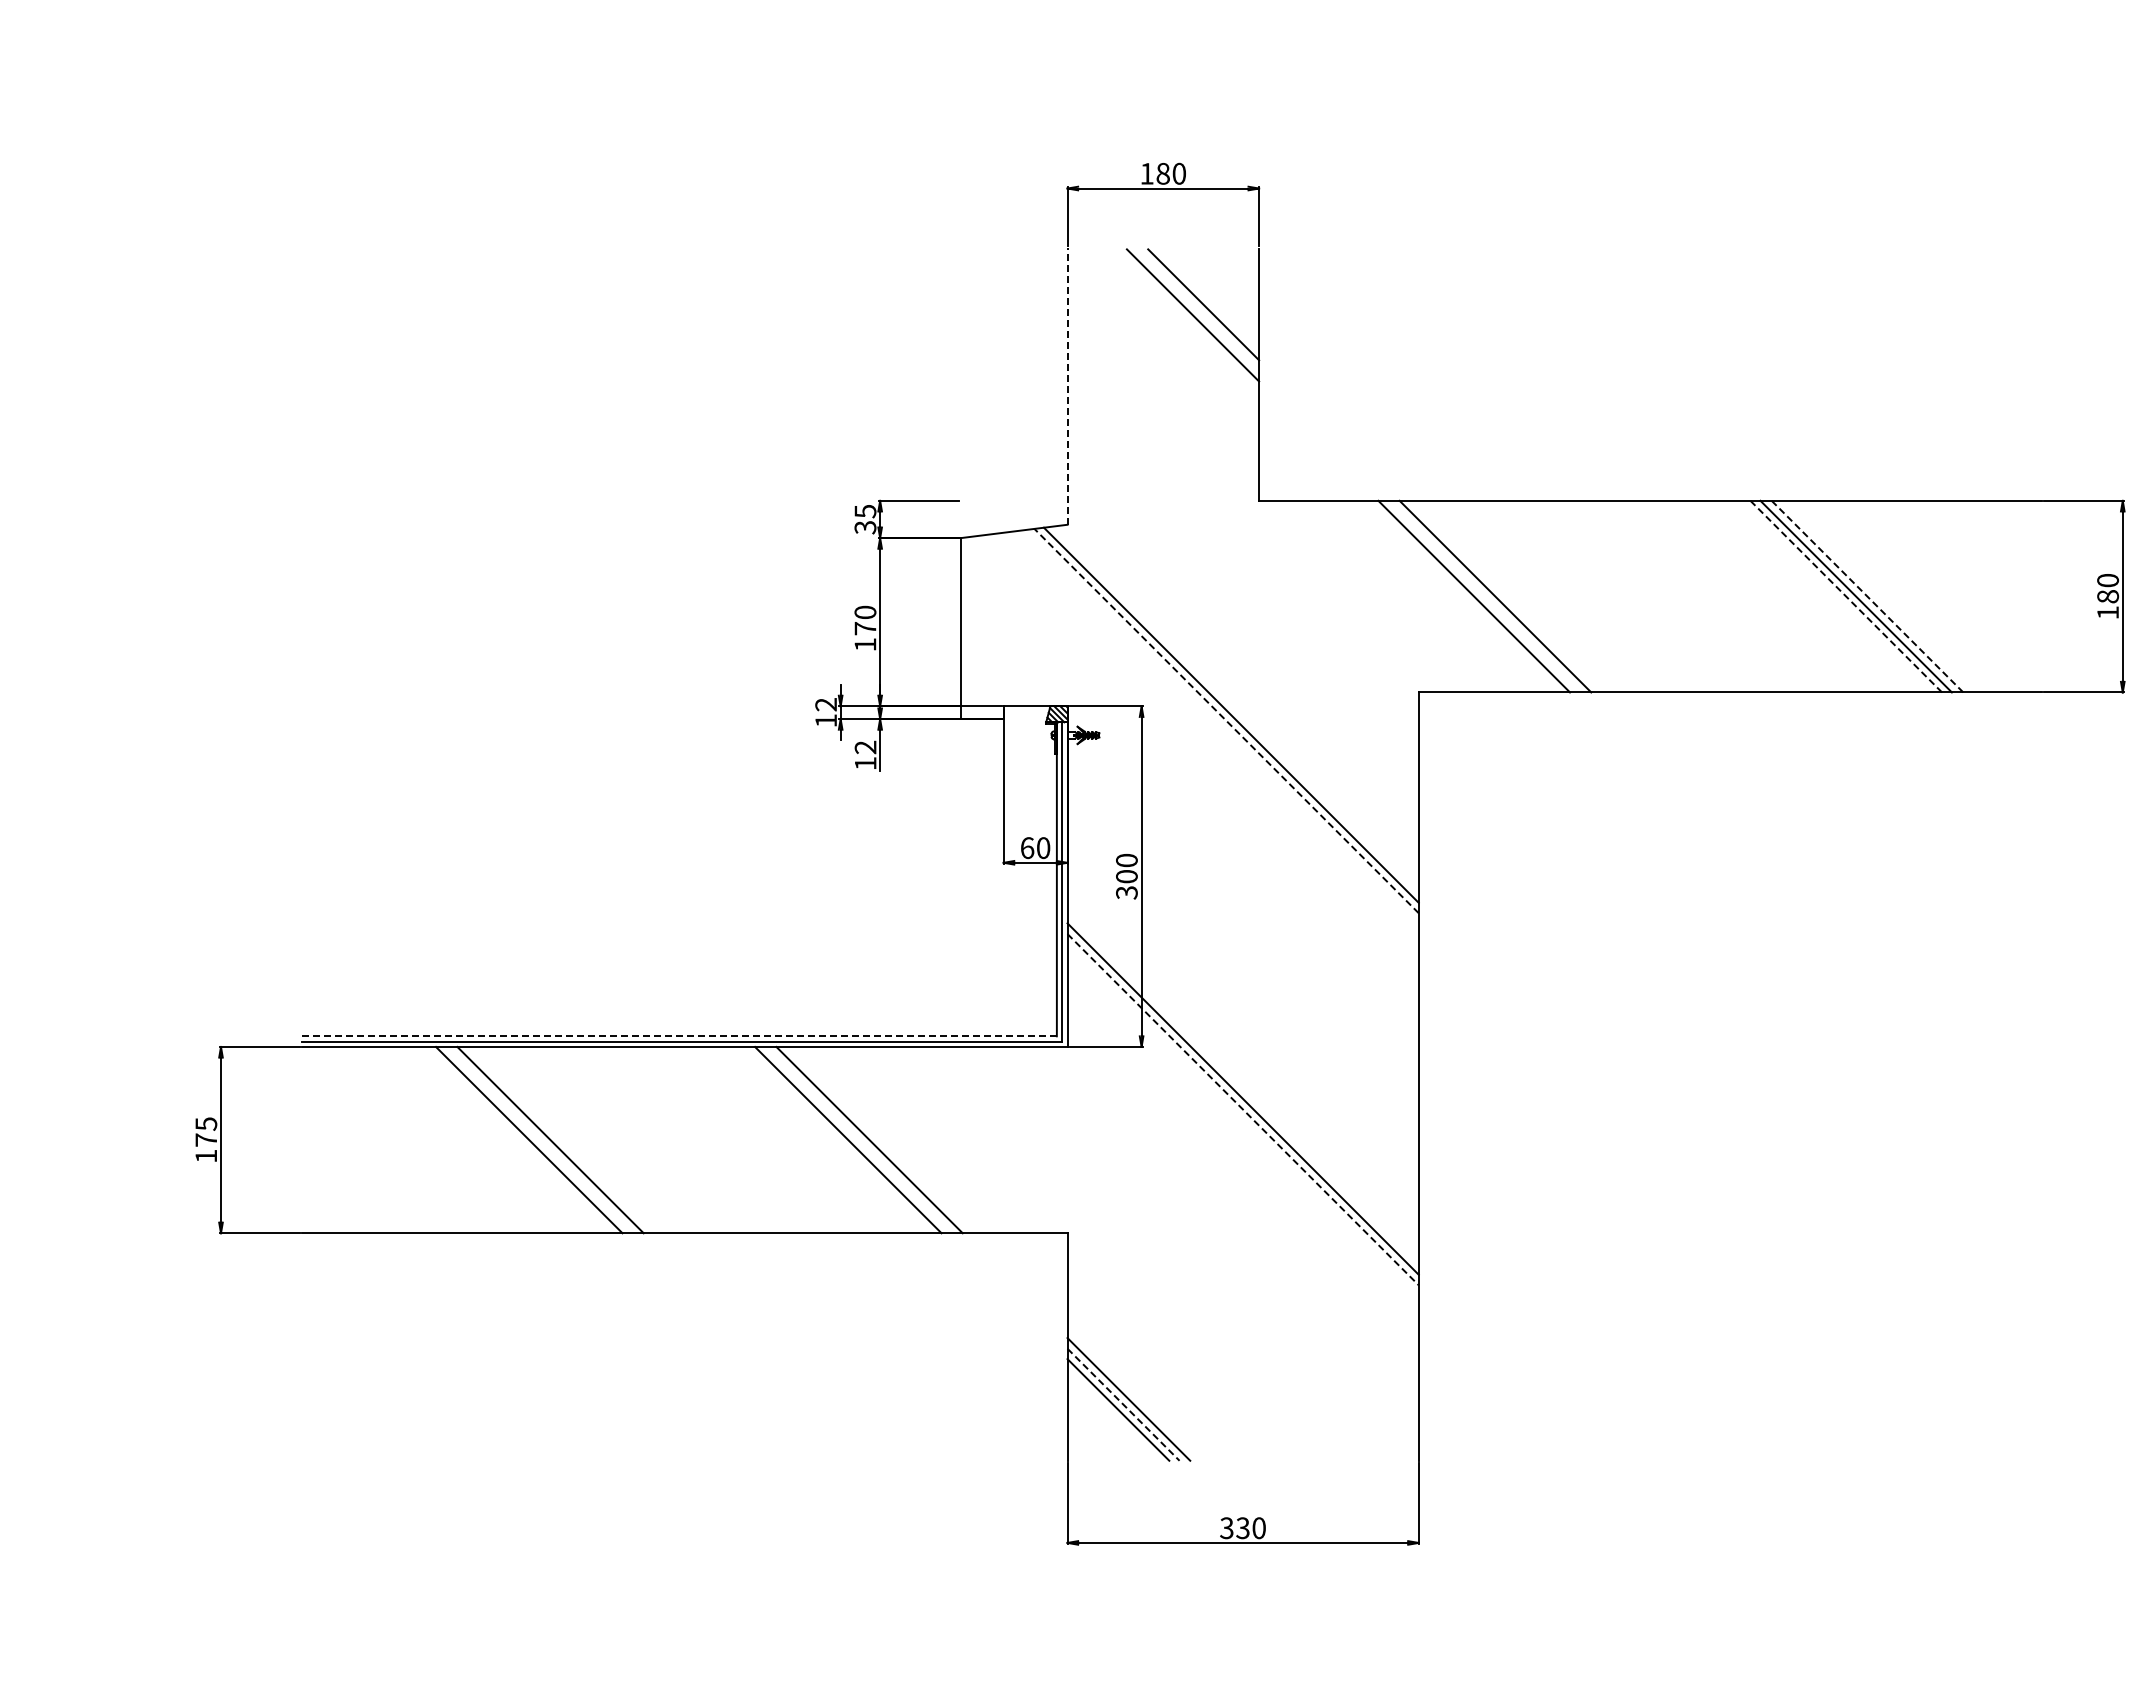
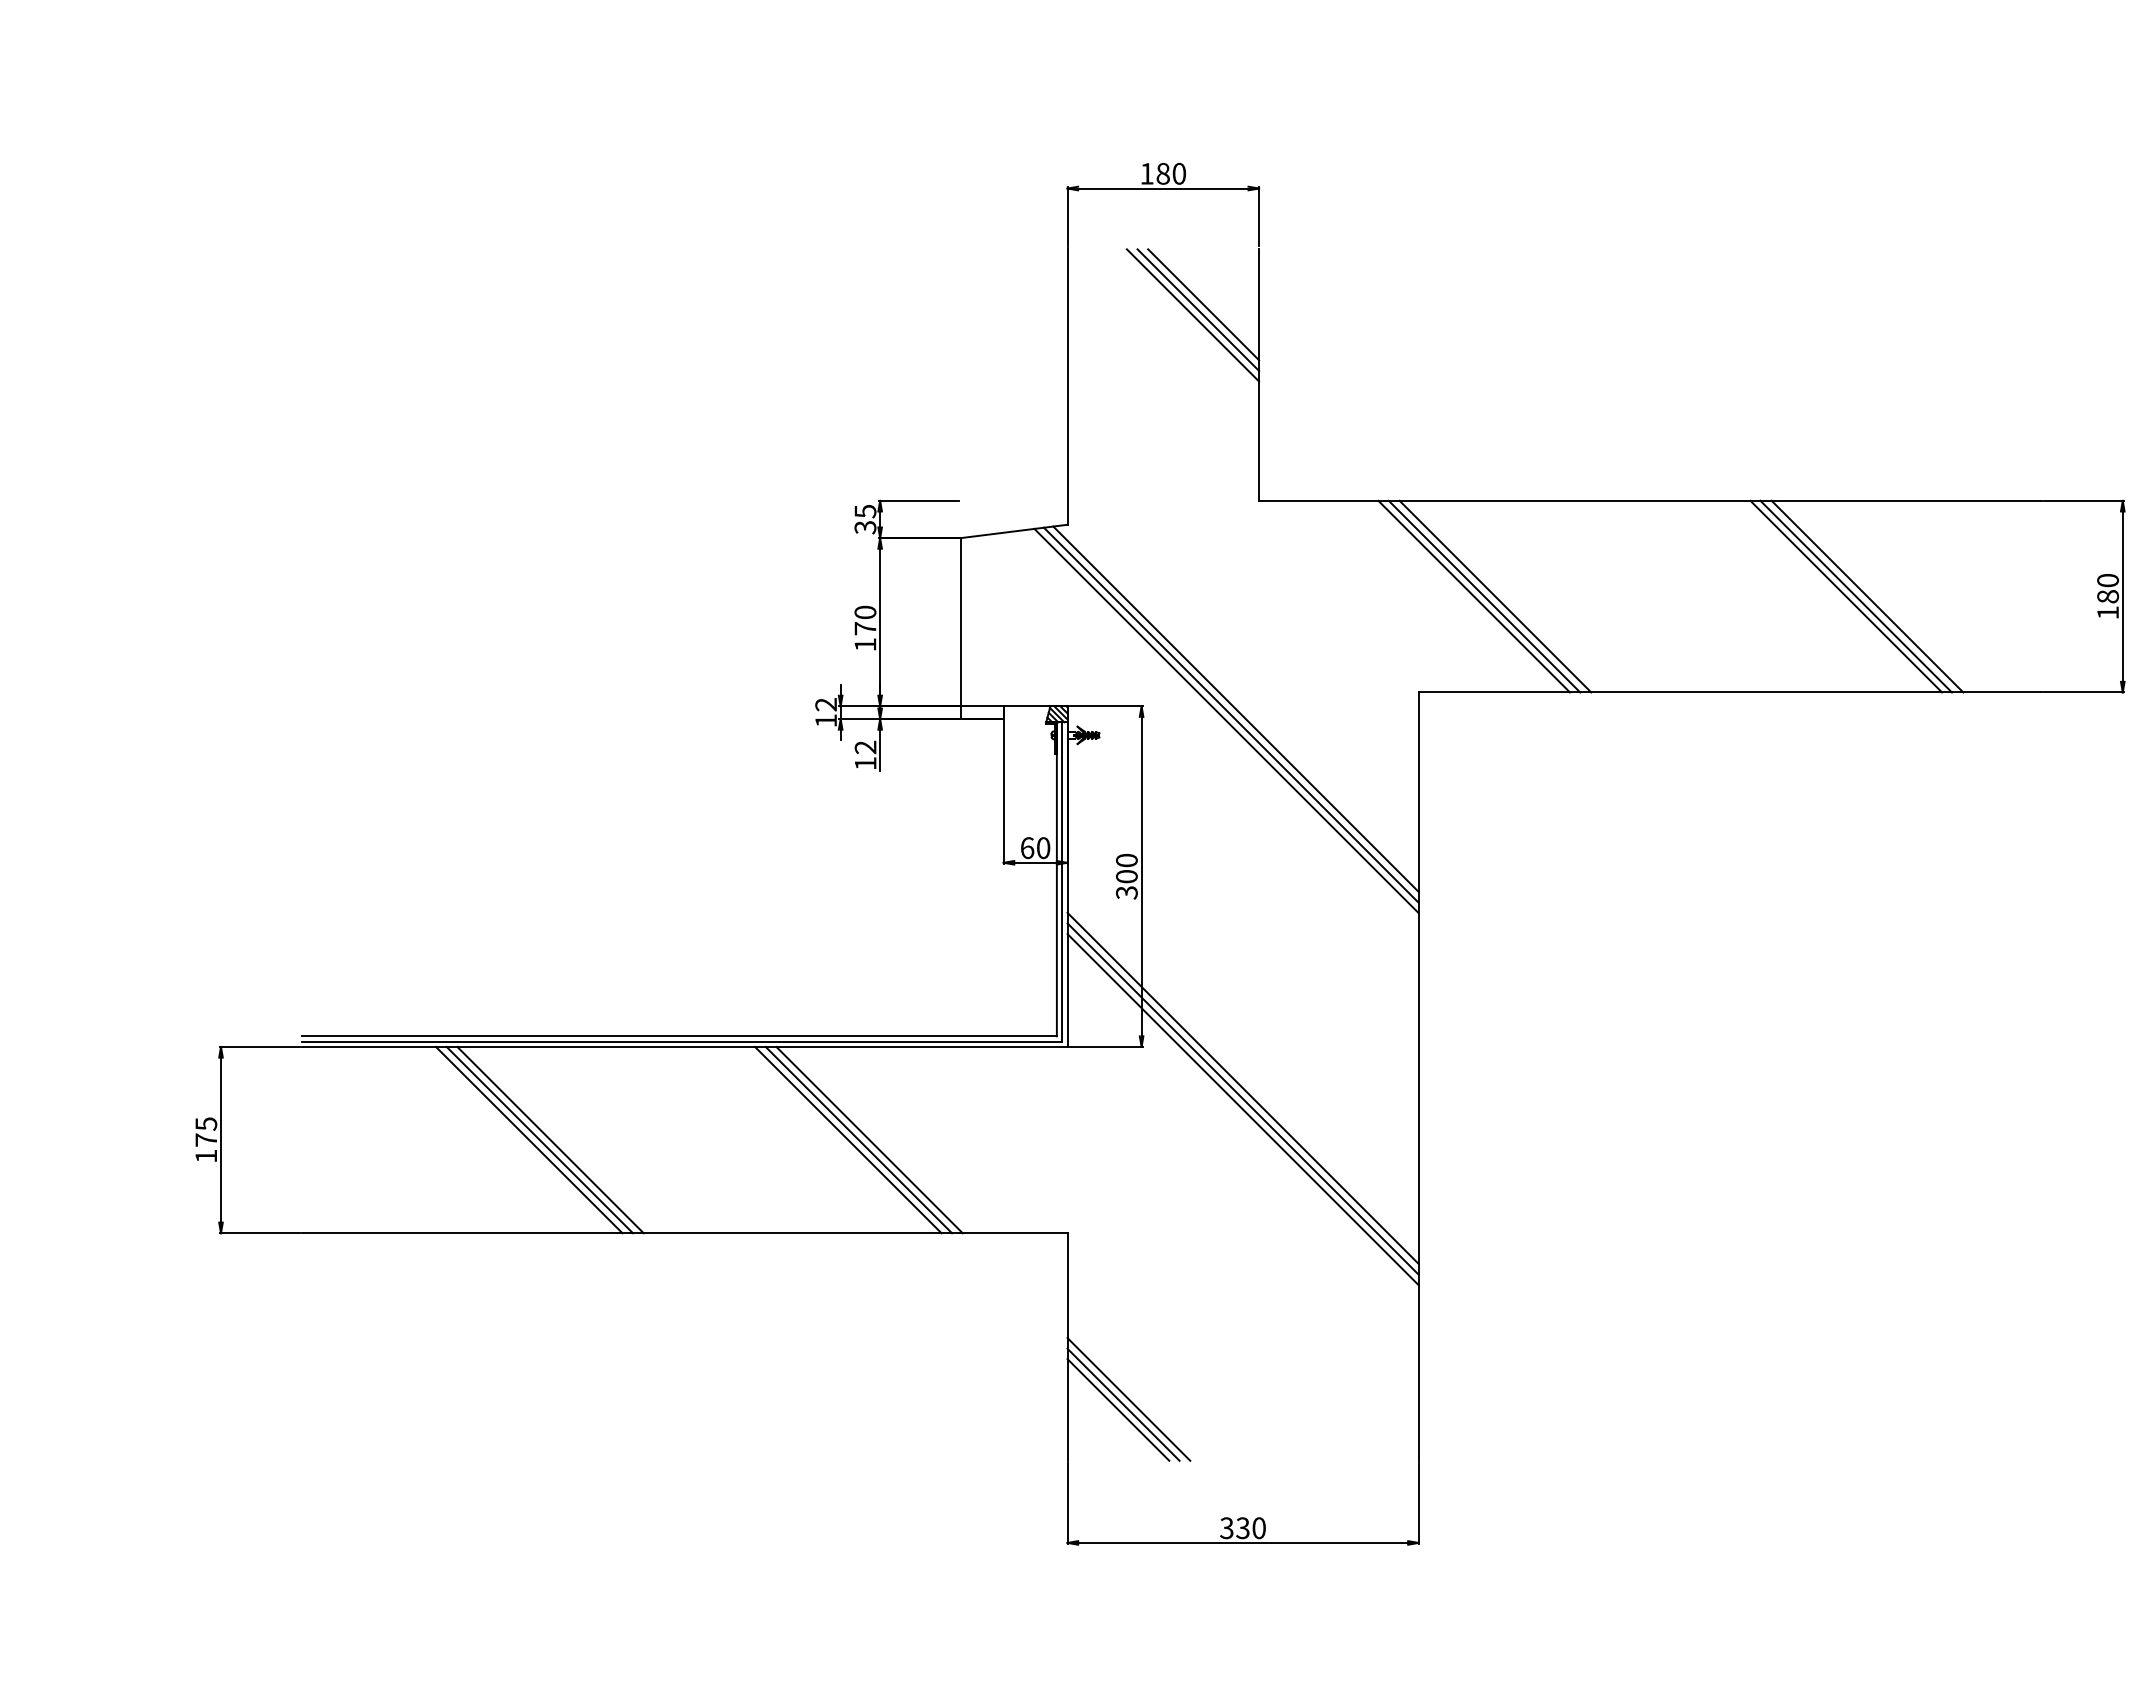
line at (1198, 310): none -> present
line at (1067, 385): dashed -> solid
line at (1484, 596): none -> present
line at (1845, 596): dashed -> solid
line at (1867, 596): dashed -> solid
line at (1235, 709): none -> present
line at (1226, 721): dashed -> solid
line at (679, 1036): dashed -> solid
line at (1242, 1088): none -> present
line at (1243, 1110): dashed -> solid
line at (539, 1139): none -> present
line at (858, 1139): none -> present
line at (1123, 1405): dashed -> solid
